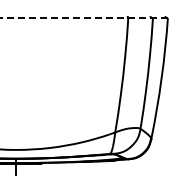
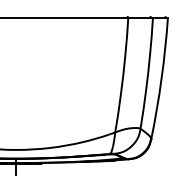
line at (84, 18): dashed -> solid
